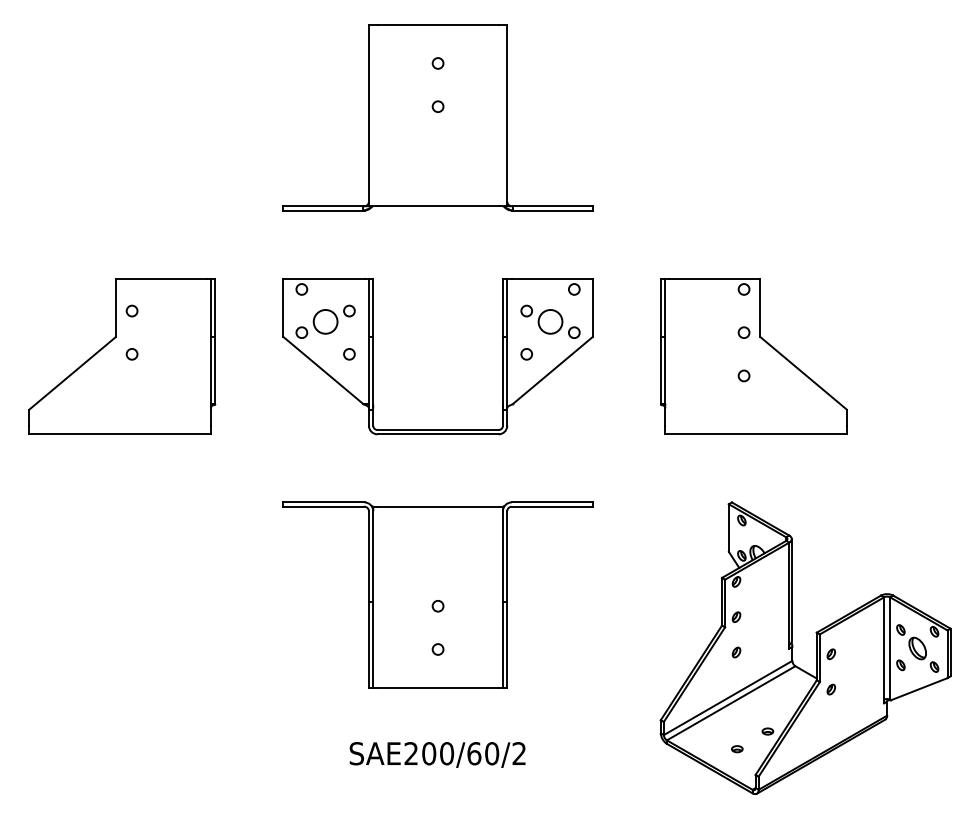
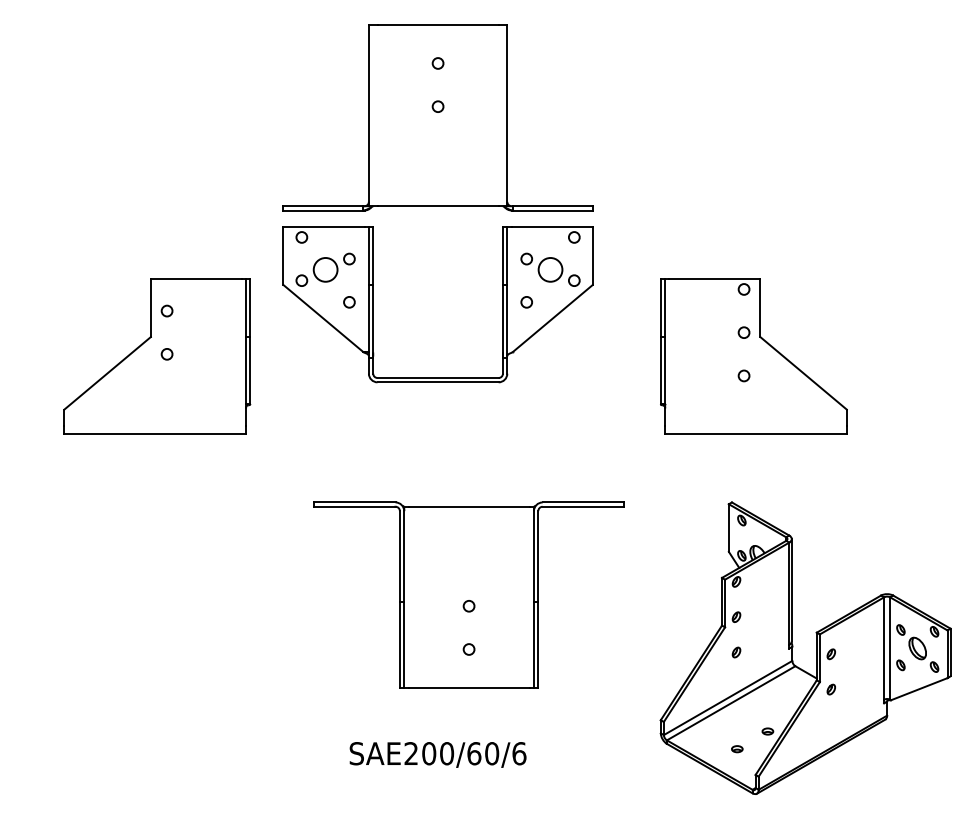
part at (122, 356) position: (122, 356) -> (157, 356)
part at (373, 356) position: (373, 356) -> (373, 304)
part at (437, 594) position: (437, 594) -> (468, 594)
text at (519, 753): SAE200/60/2 -> SAE200/60/6
